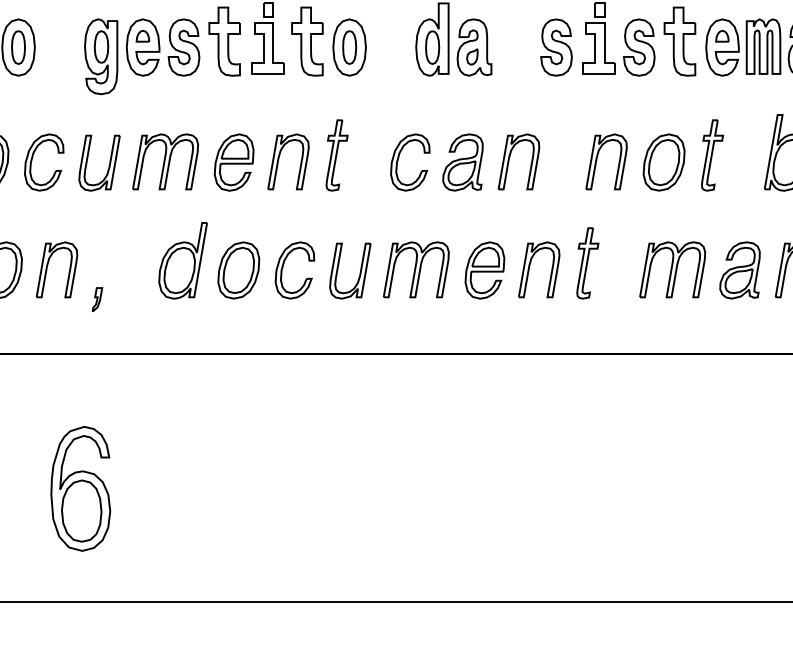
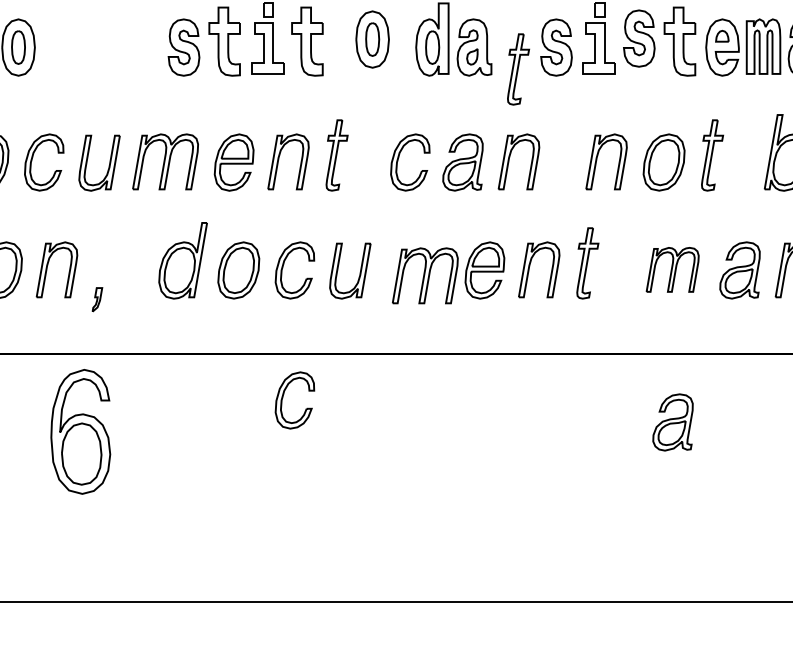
part at (349, 47) position: (349, 47) -> (372, 39)
part at (639, 47) position: (639, 47) -> (639, 38)
part at (122, 56): present -> none
part at (518, 69): none -> present
part at (416, 269) position: (416, 269) -> (425, 275)
part at (672, 269) size: 68x58 px -> 55x46 px
part at (283, 398): none -> present
part at (672, 422): none -> present
part at (80, 488) position: (80, 488) -> (80, 431)
